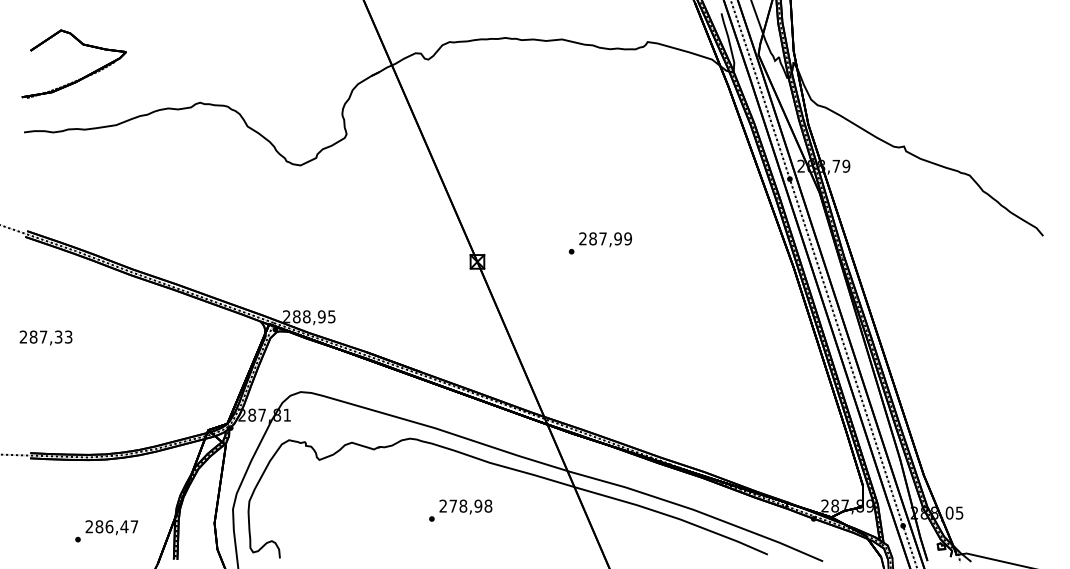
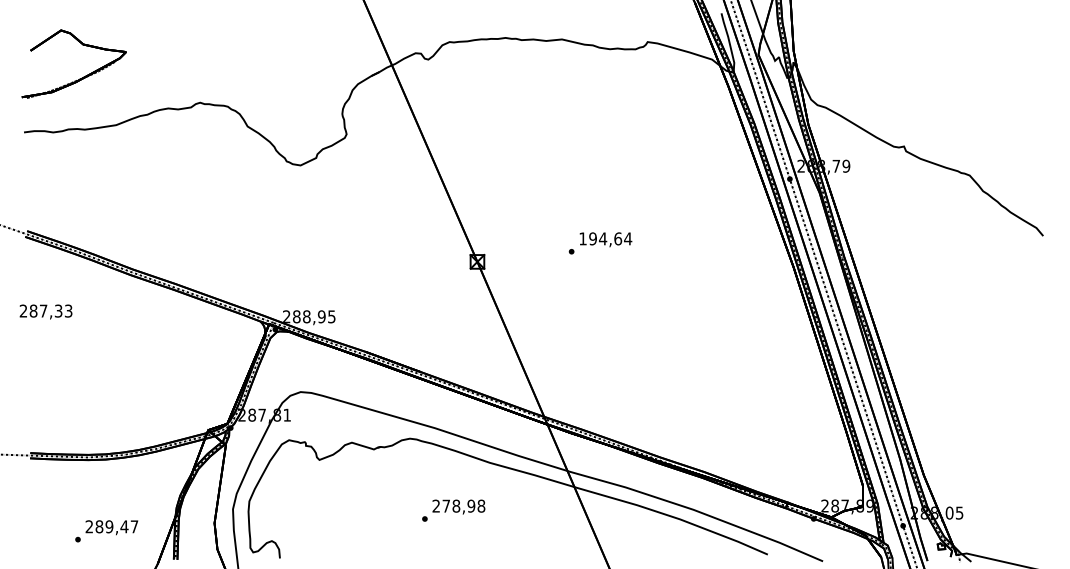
text at (605, 238): 287,99 -> 194,64
text at (45, 337) position: (45, 337) -> (45, 311)
text at (460, 510) position: (460, 510) -> (453, 510)
text at (109, 526): 286,47 -> 289,47
